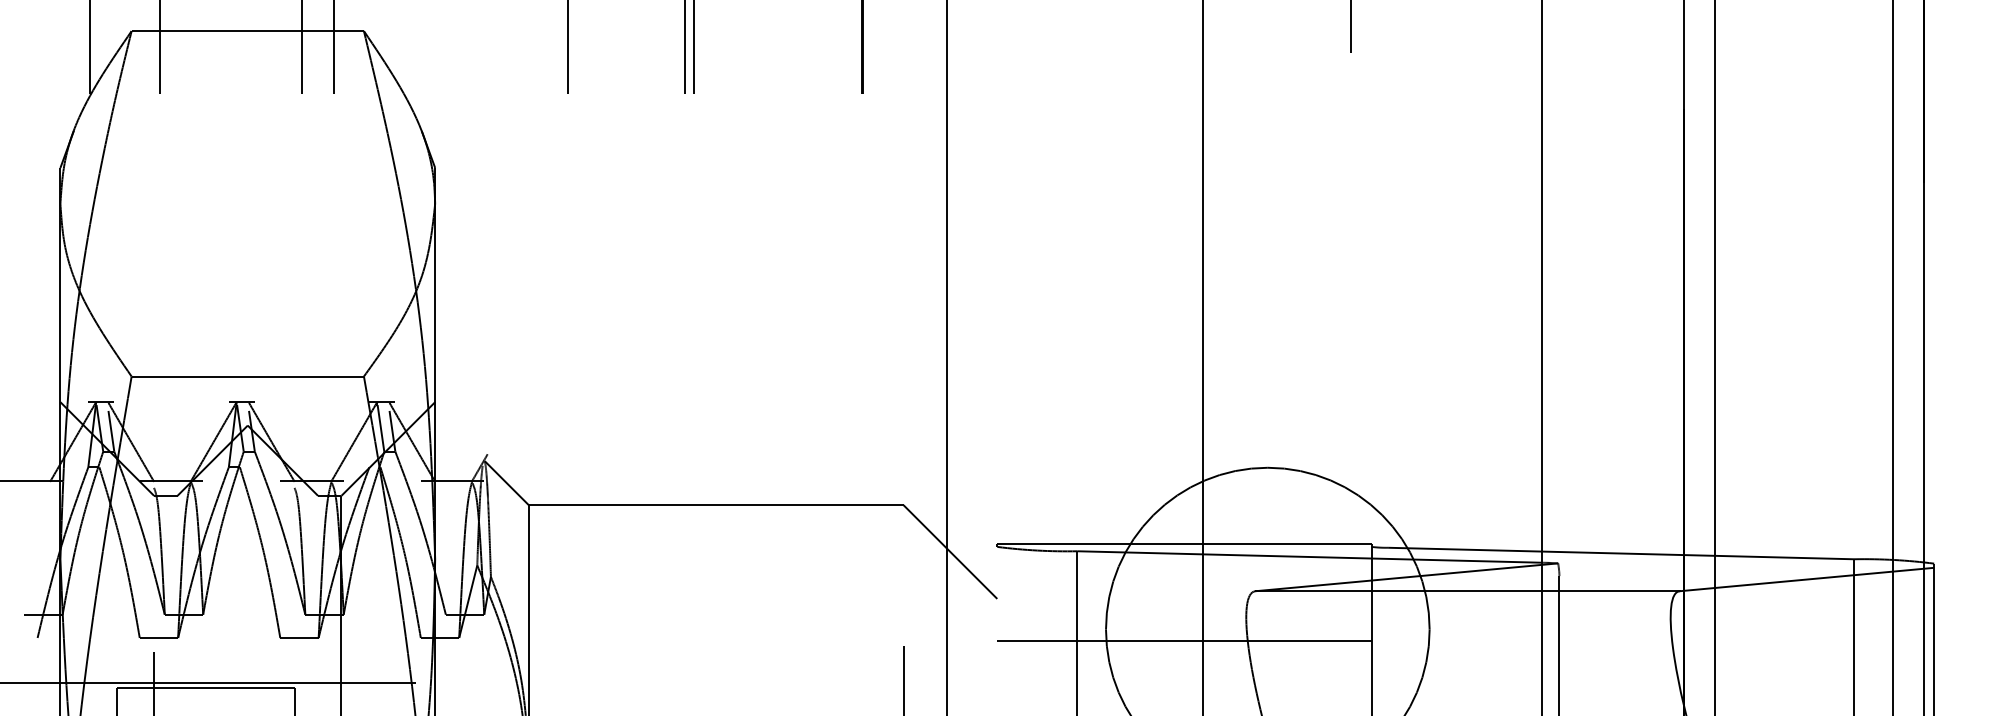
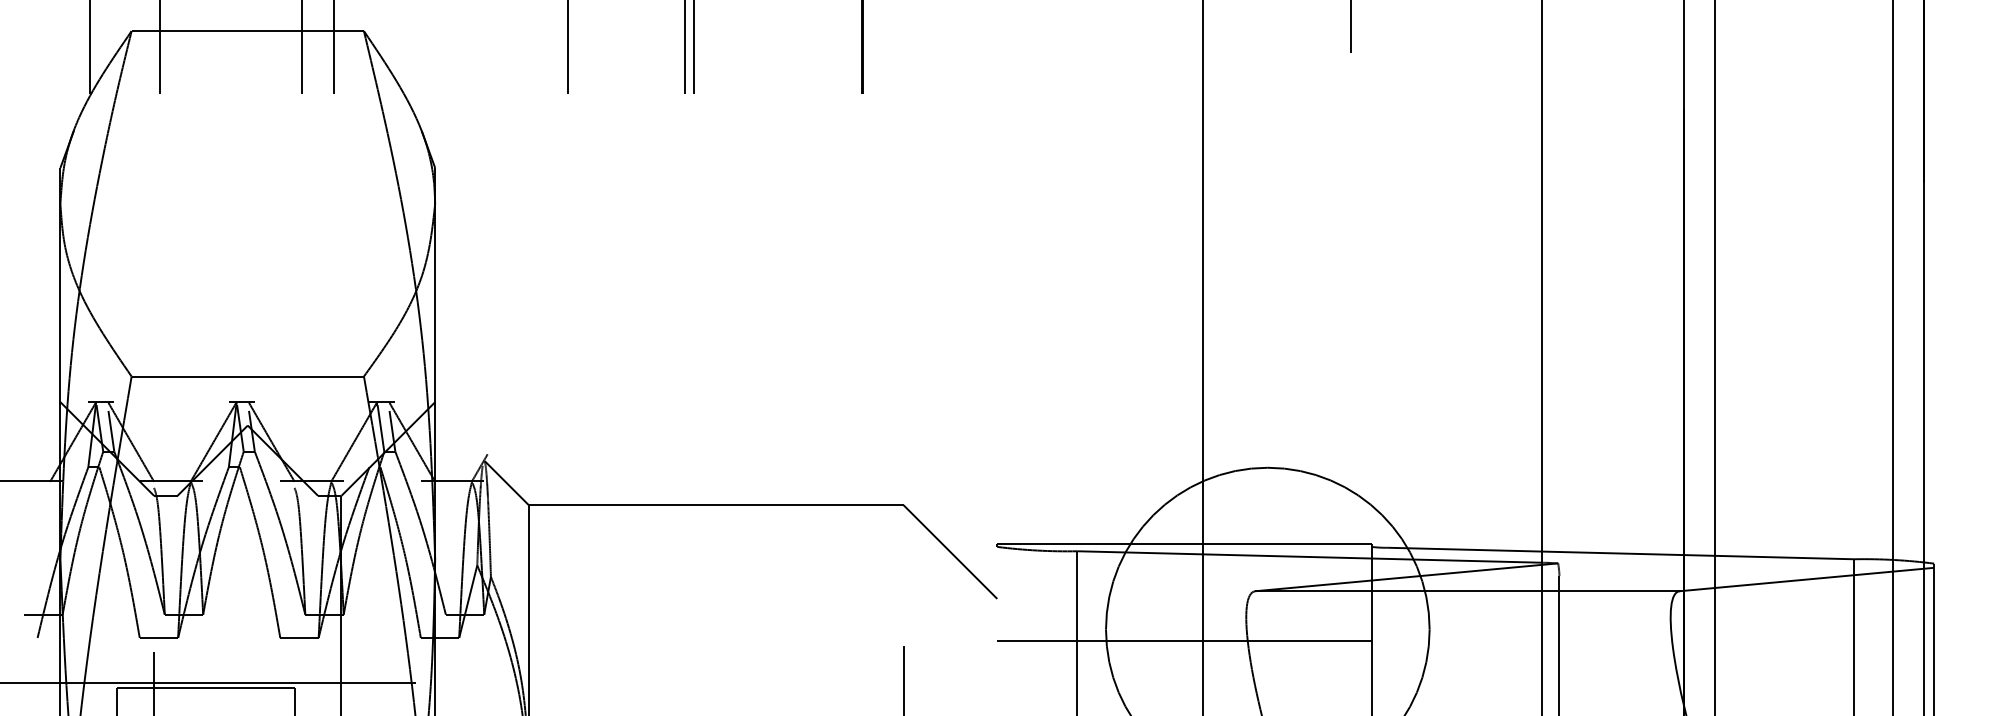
line at (946, 357): present -> none
